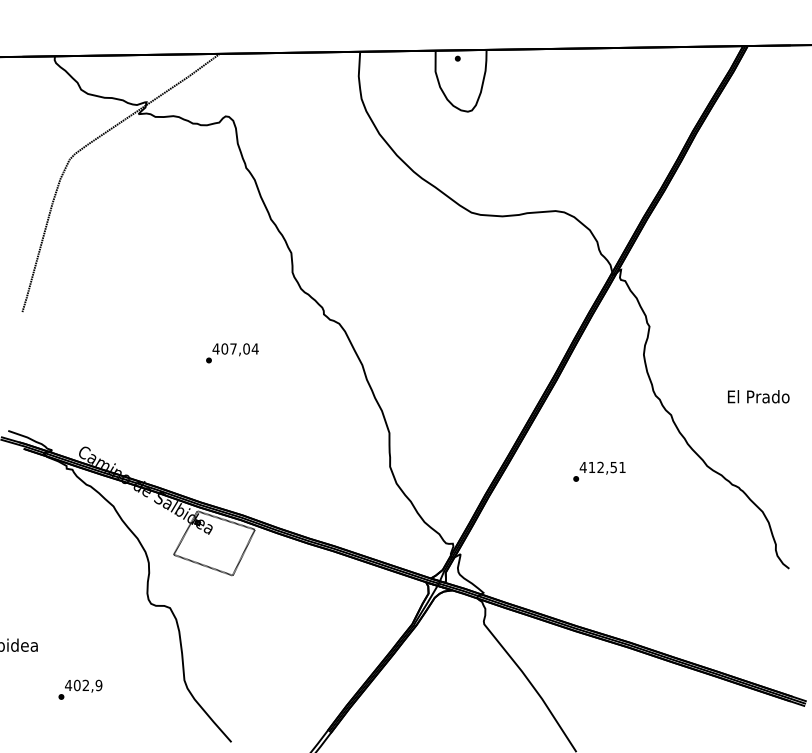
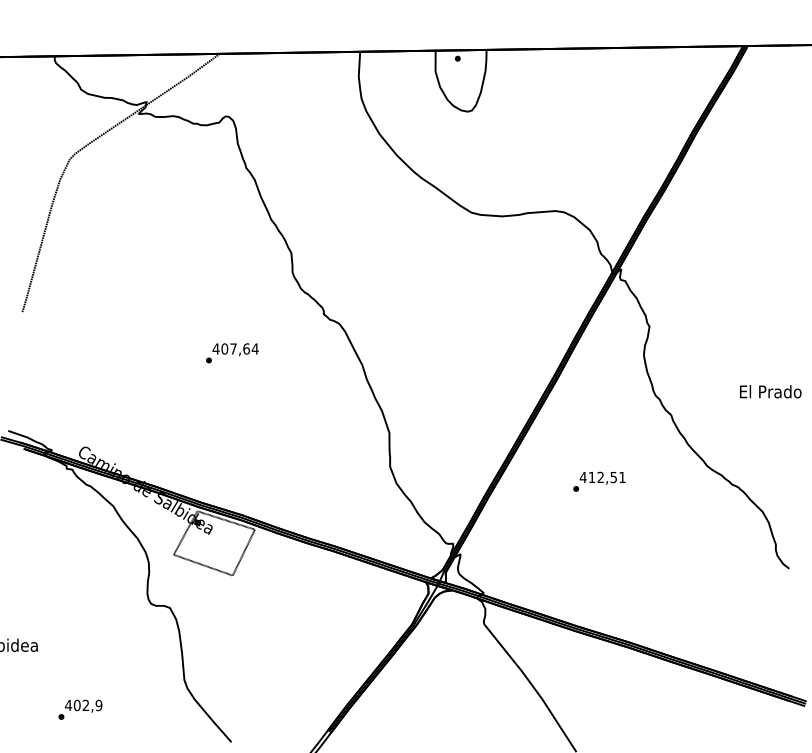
text at (246, 348): 407,04 -> 407,64
text at (758, 396) position: (758, 396) -> (770, 391)
text at (599, 471) position: (599, 471) -> (599, 481)
text at (80, 689) position: (80, 689) -> (80, 709)
